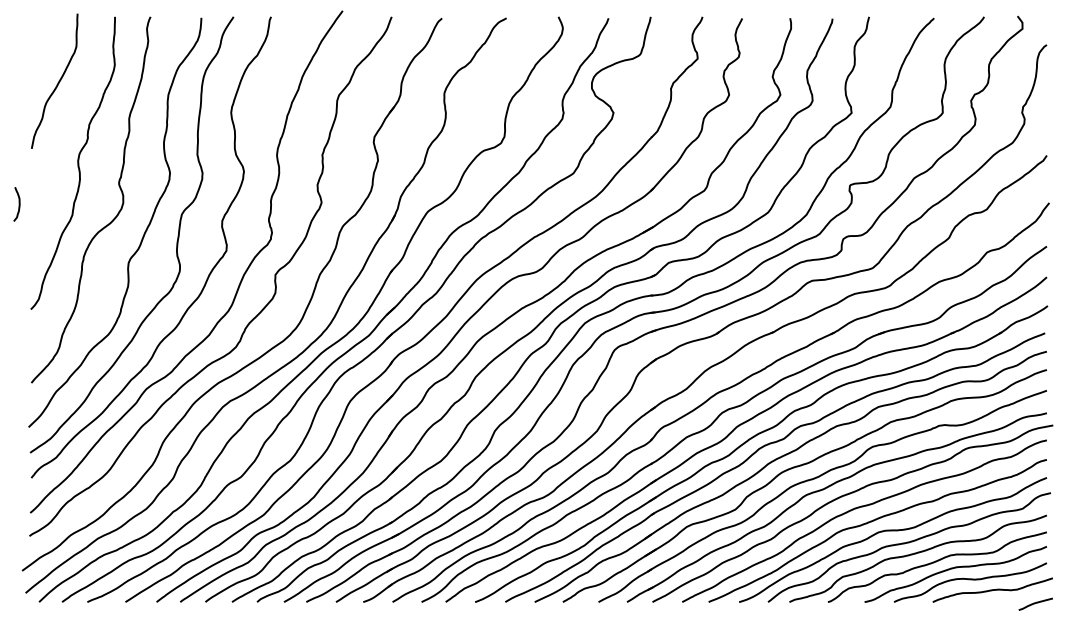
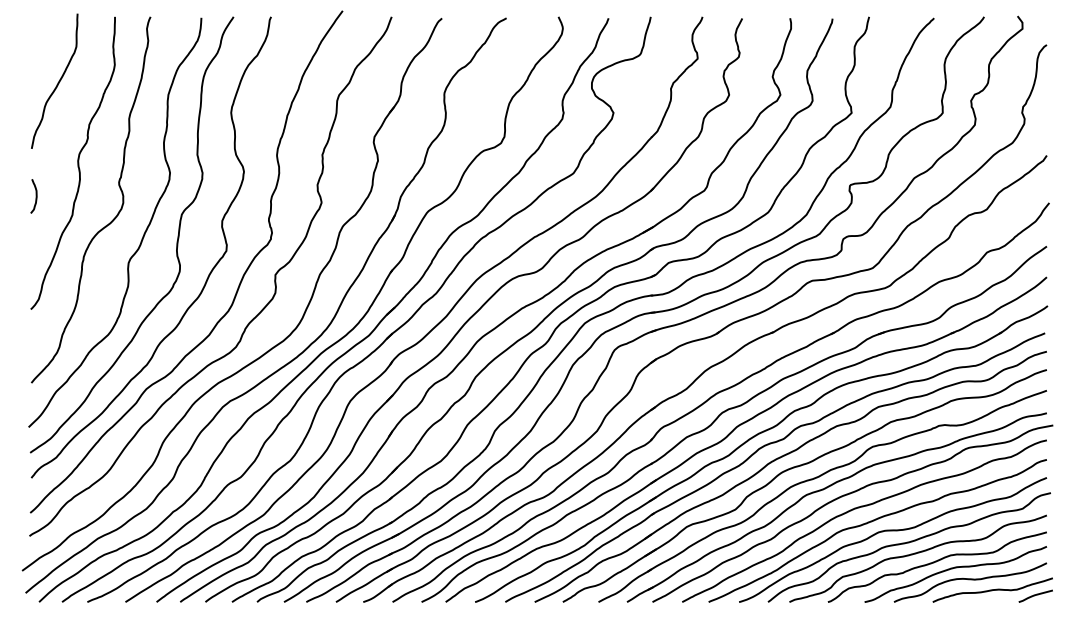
curve at (18, 204) position: (18, 204) -> (35, 196)
curve at (1035, 603) position: (1035, 603) -> (1035, 595)
